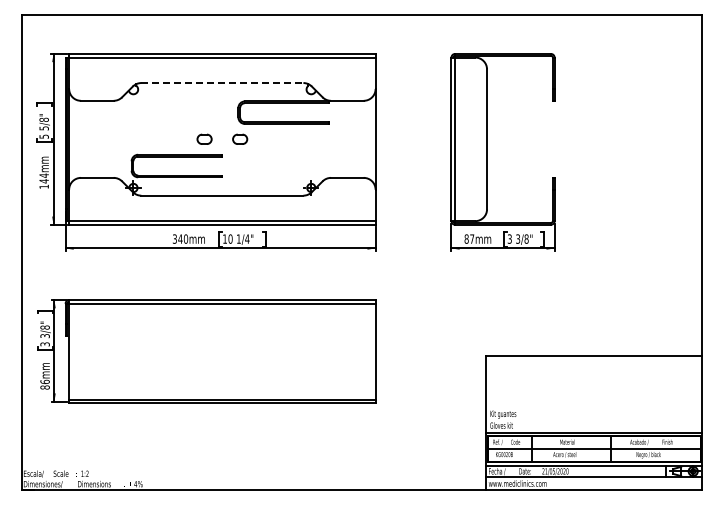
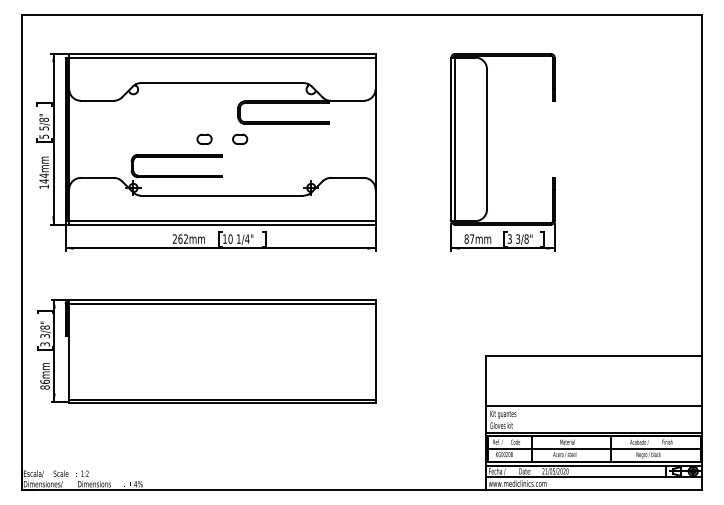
line at (222, 83): dashed -> solid
text at (180, 238): 340mm -> 262mm
line at (593, 405): none -> present
